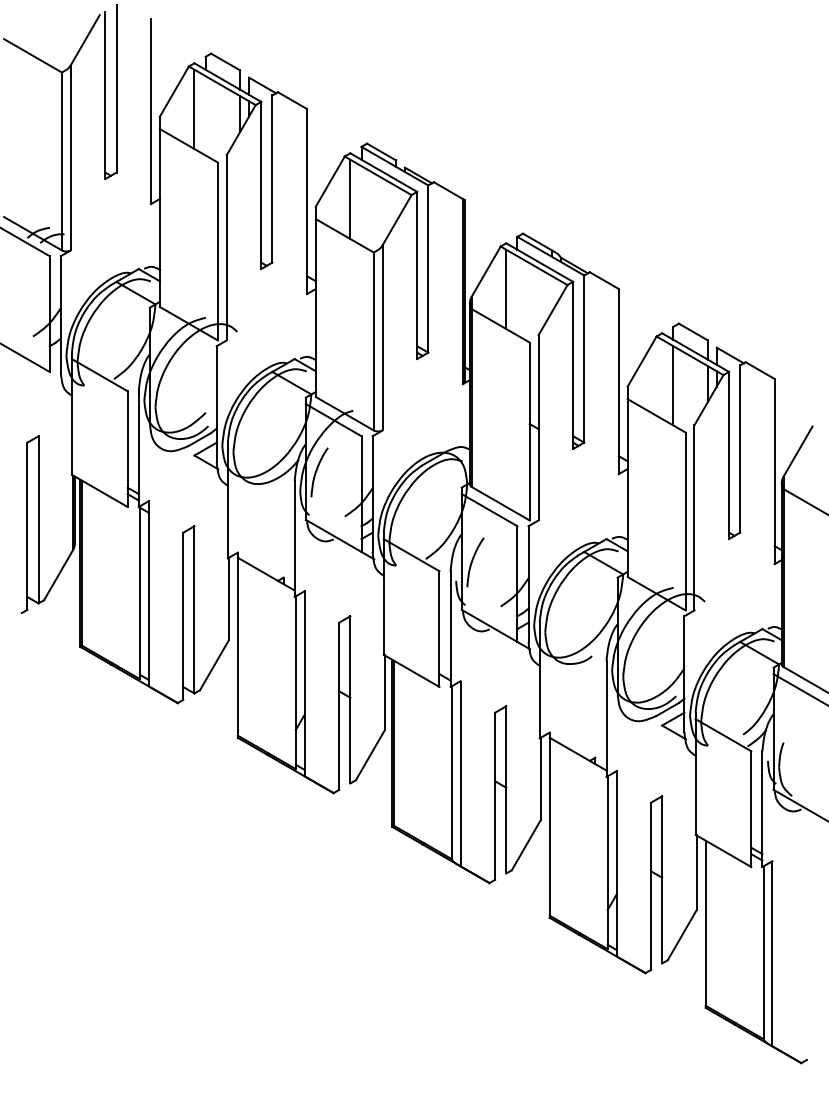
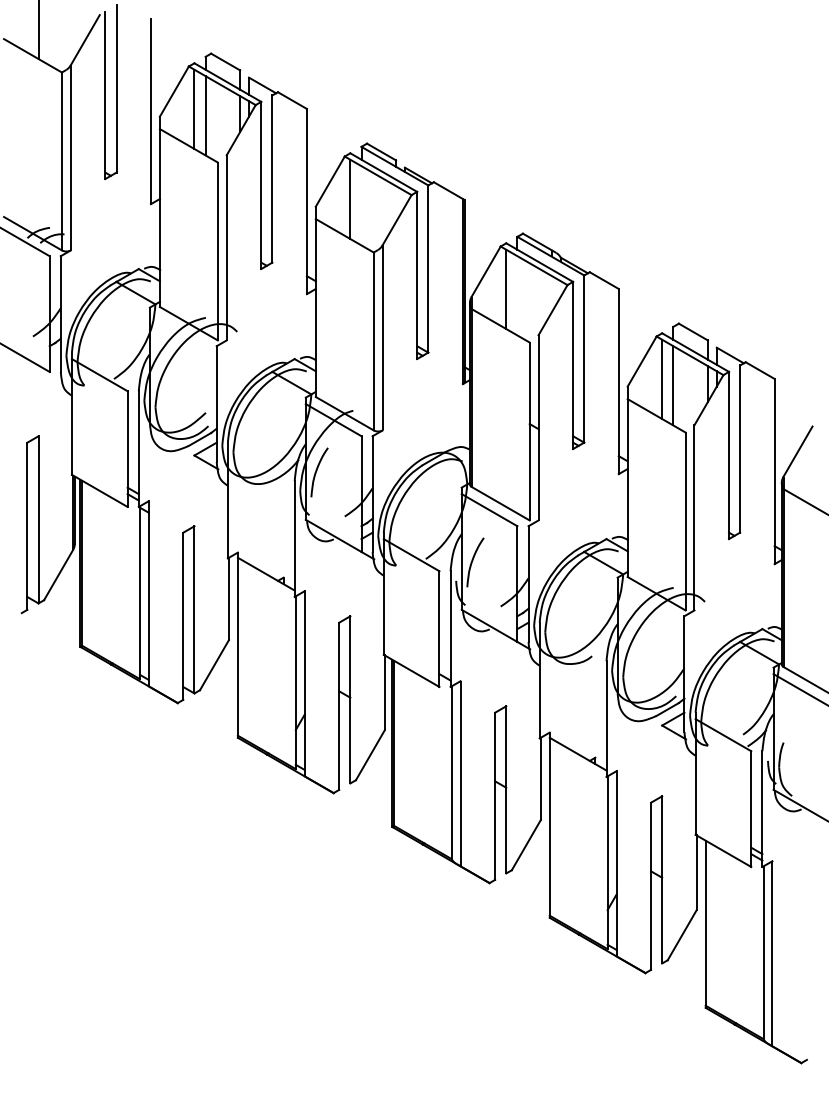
line at (38, 30): none -> present
line at (205, 115): none -> present
line at (662, 379): none -> present
